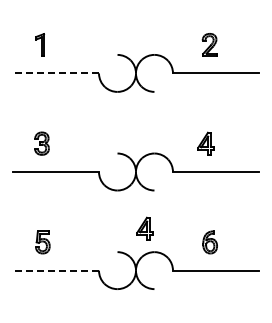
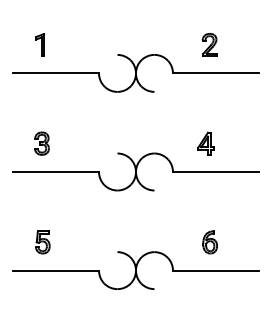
line at (55, 73): dashed -> solid
part at (144, 228): present -> none
line at (55, 270): dashed -> solid
